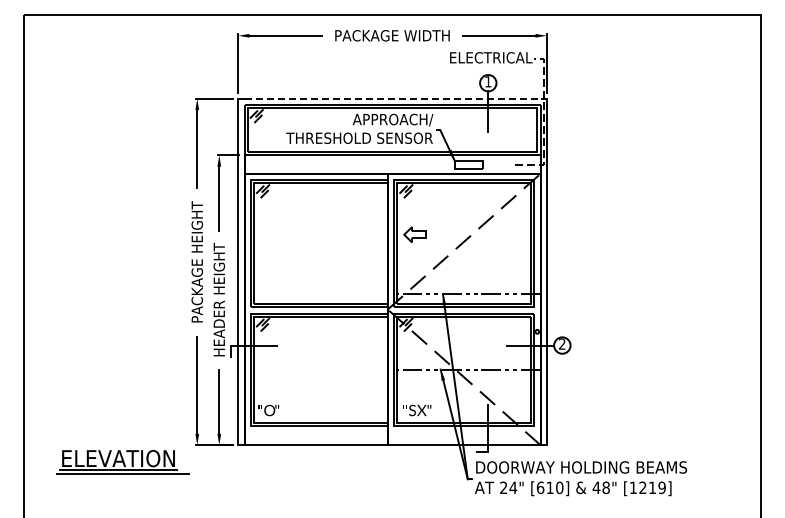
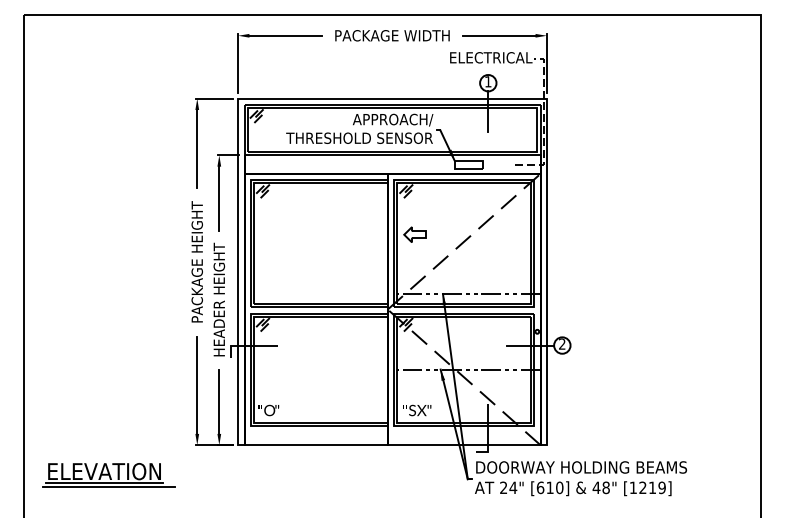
line at (392, 98): dashed -> solid
part at (122, 462) position: (122, 462) -> (108, 475)
